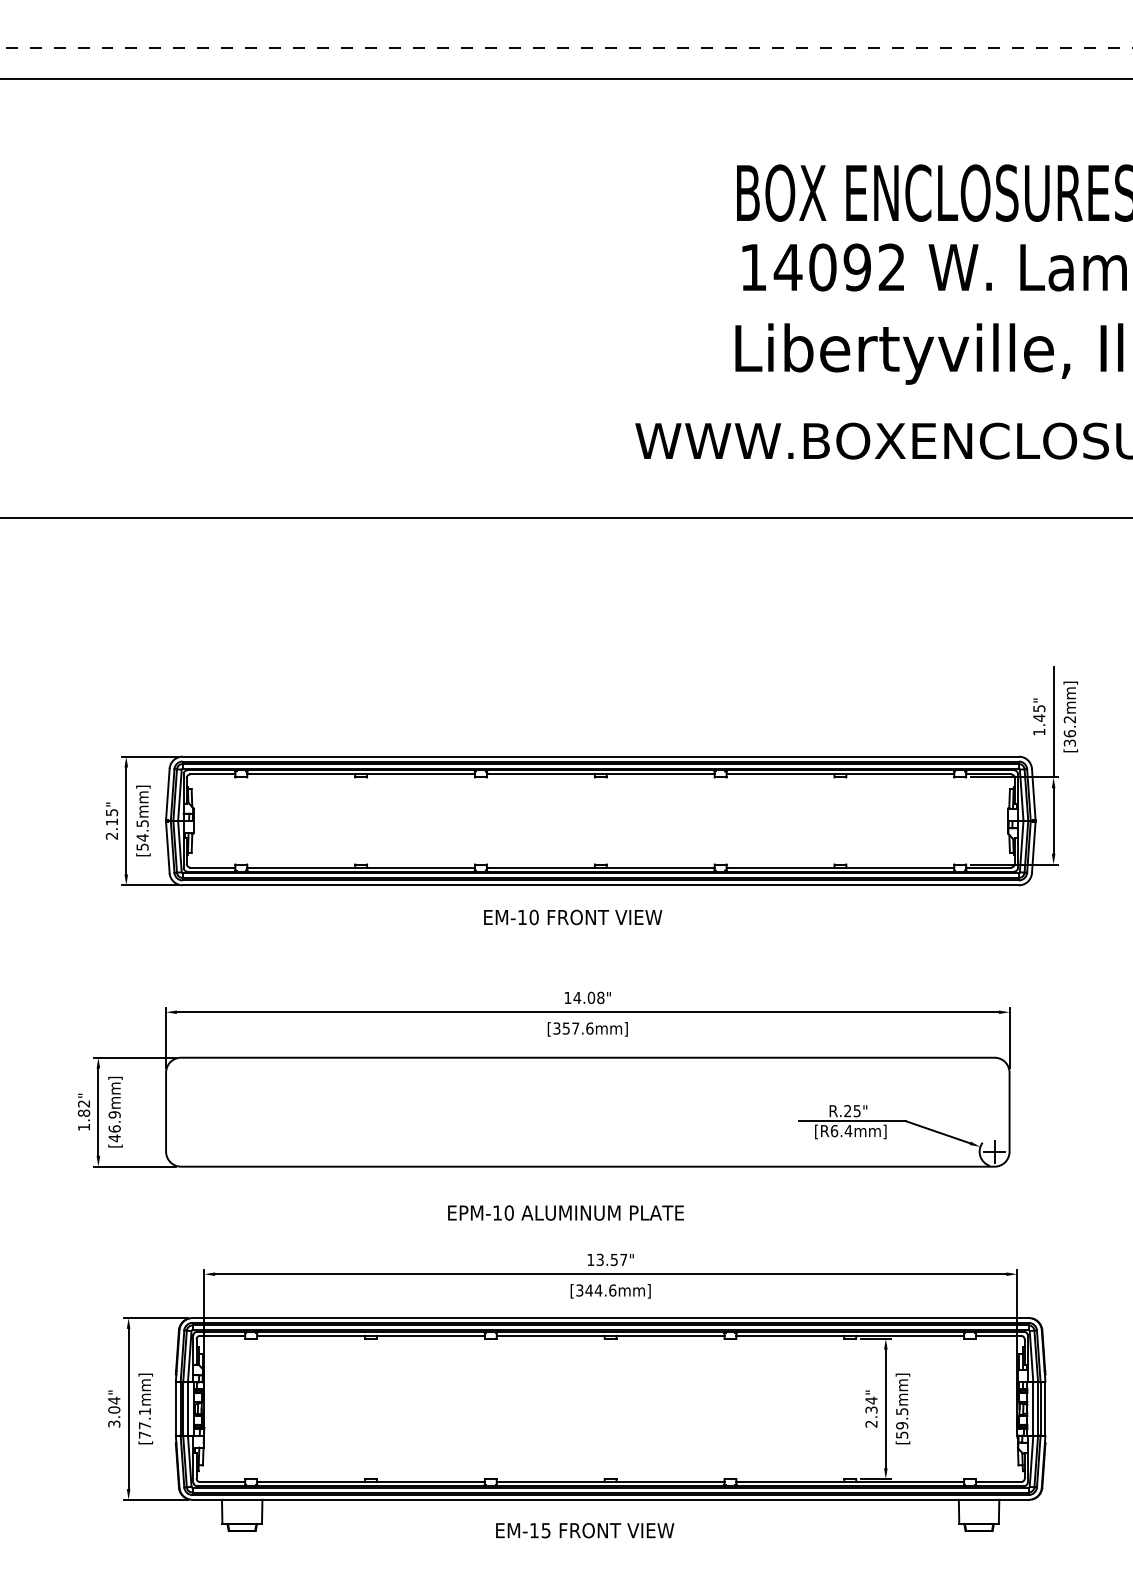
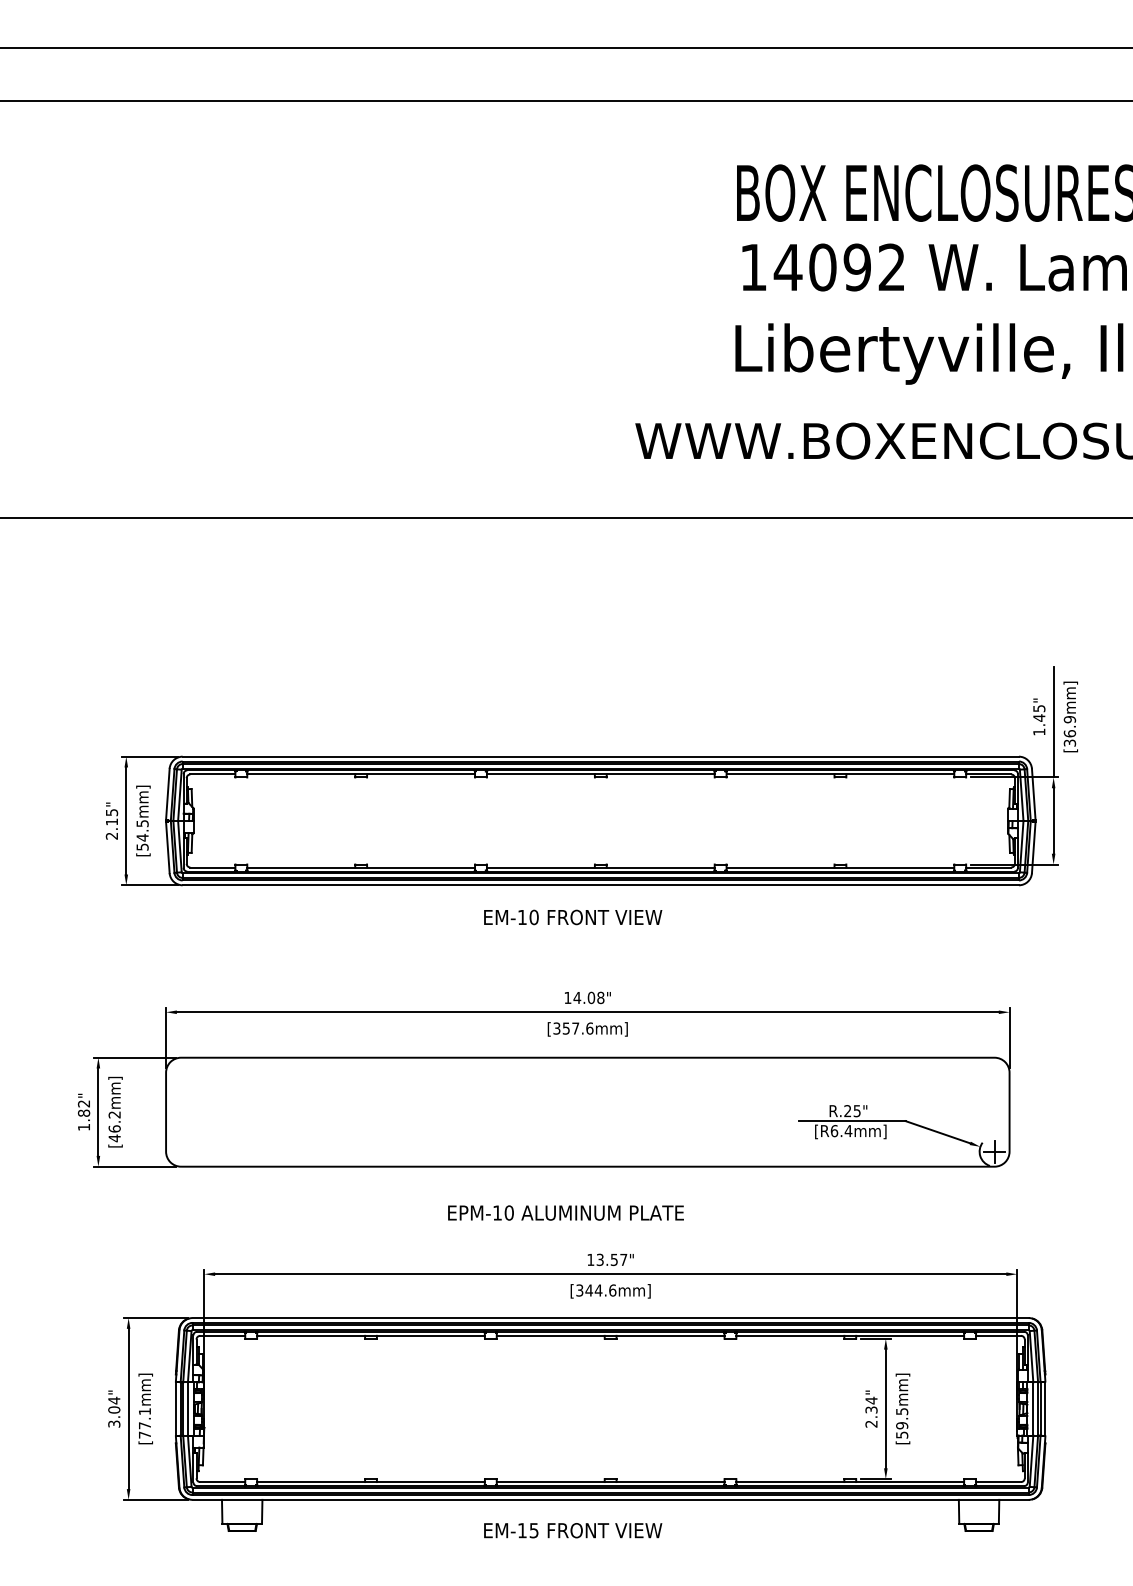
line at (566, 47): dashed -> solid
line at (565, 79) position: (565, 79) -> (565, 101)
text at (1070, 719): [36.2mm] -> [36.9mm]
text at (114, 1114): [46.9mm] -> [46.2mm]
text at (585, 1530) position: (585, 1530) -> (573, 1530)
